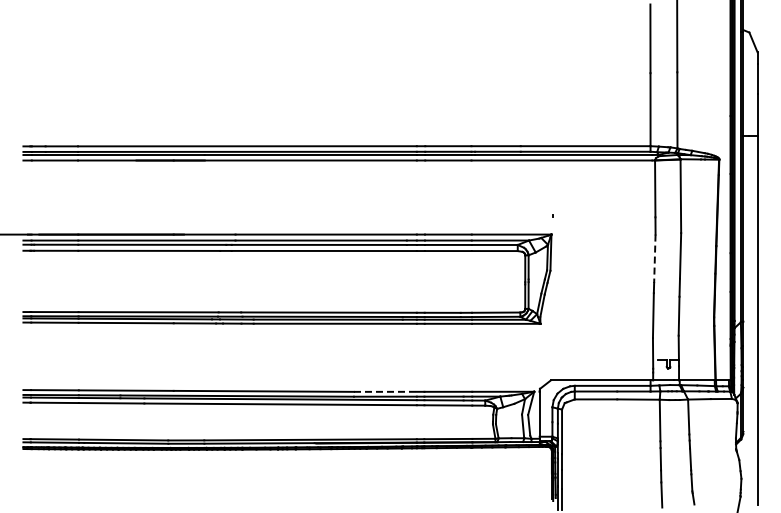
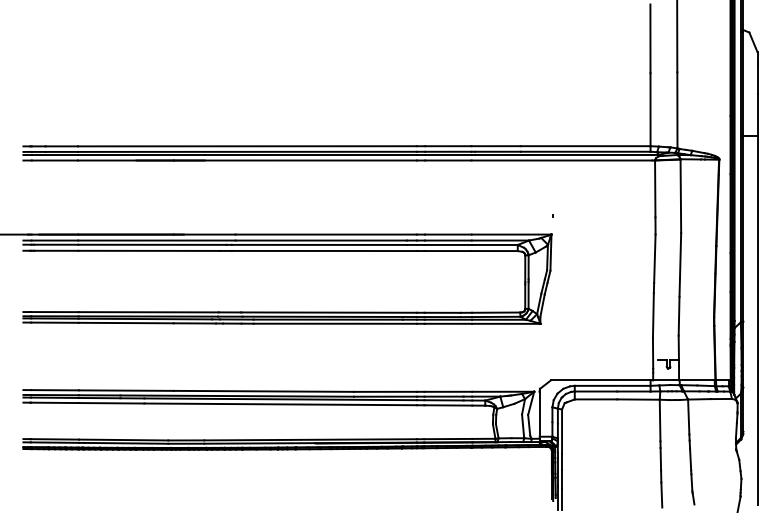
line at (654, 259): dashed -> solid
line at (385, 391): dashed -> solid
